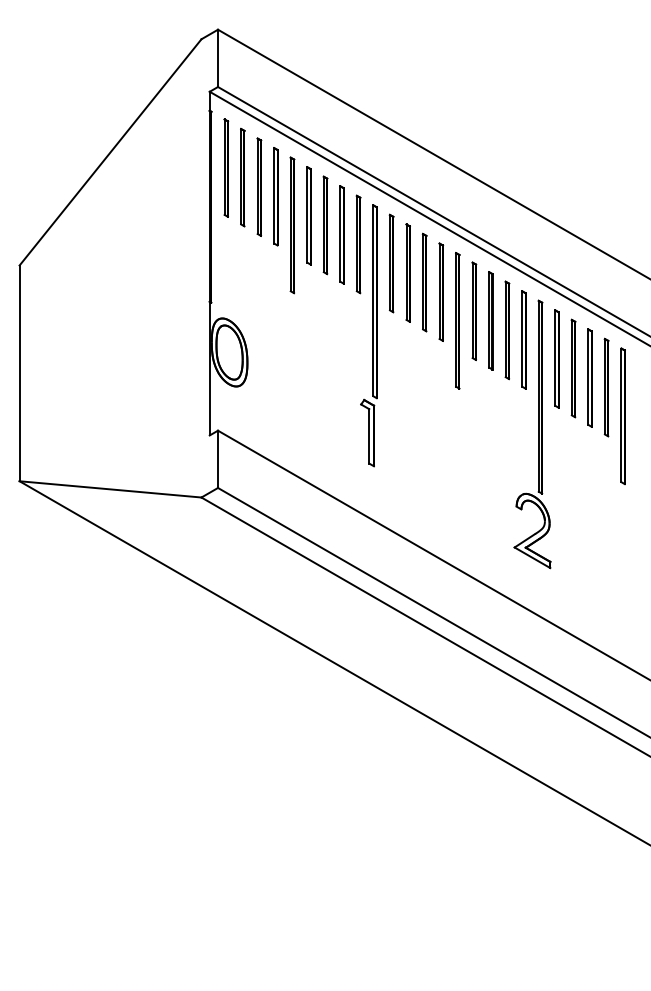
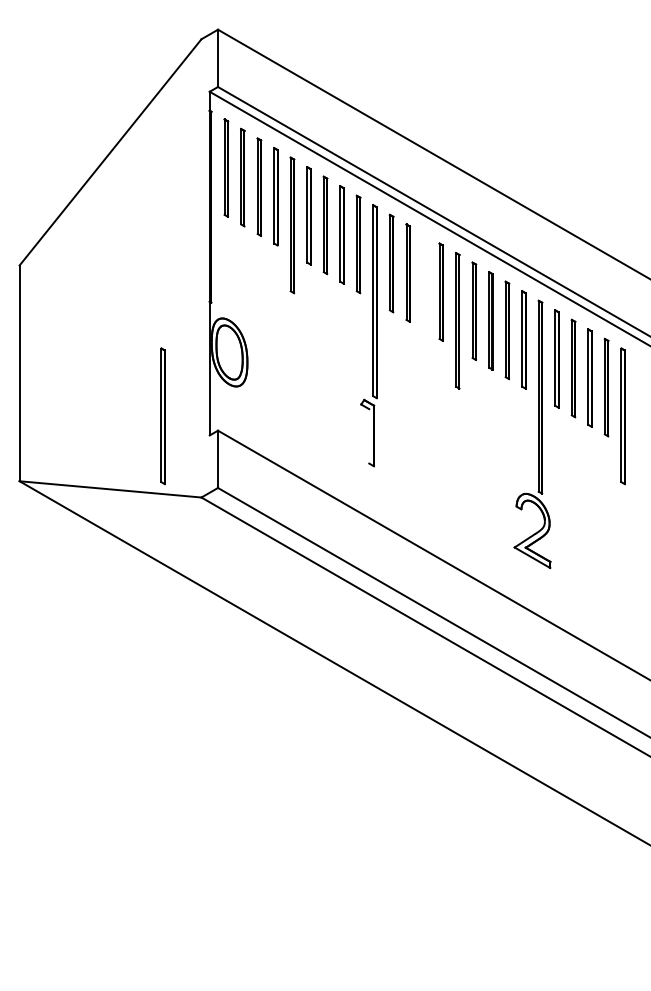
part at (424, 282): present -> none
part at (162, 415): none -> present
line at (369, 436): present -> none
